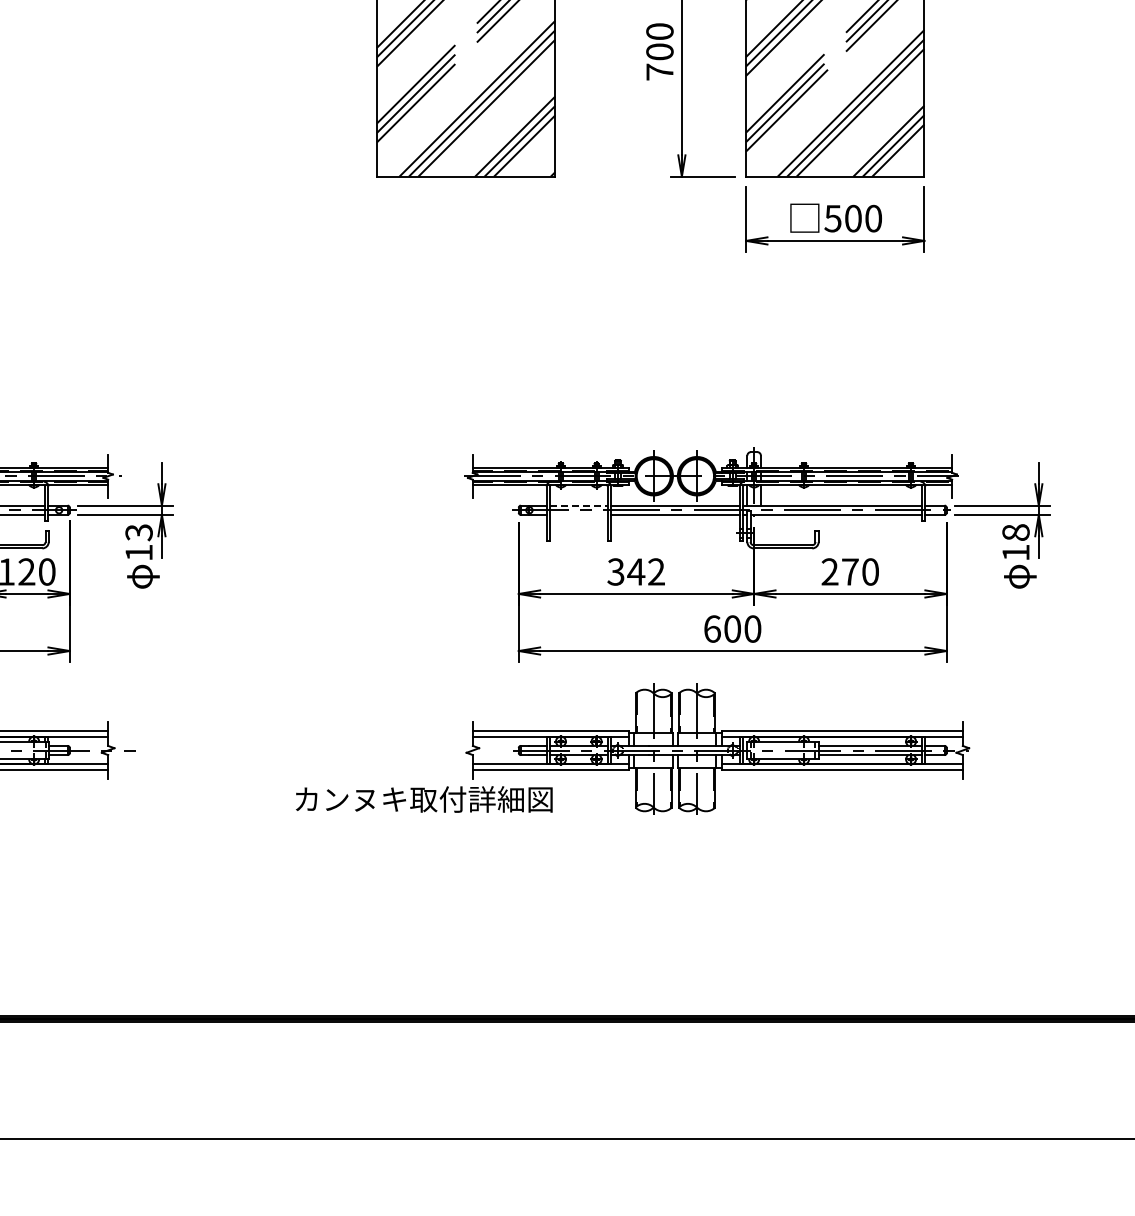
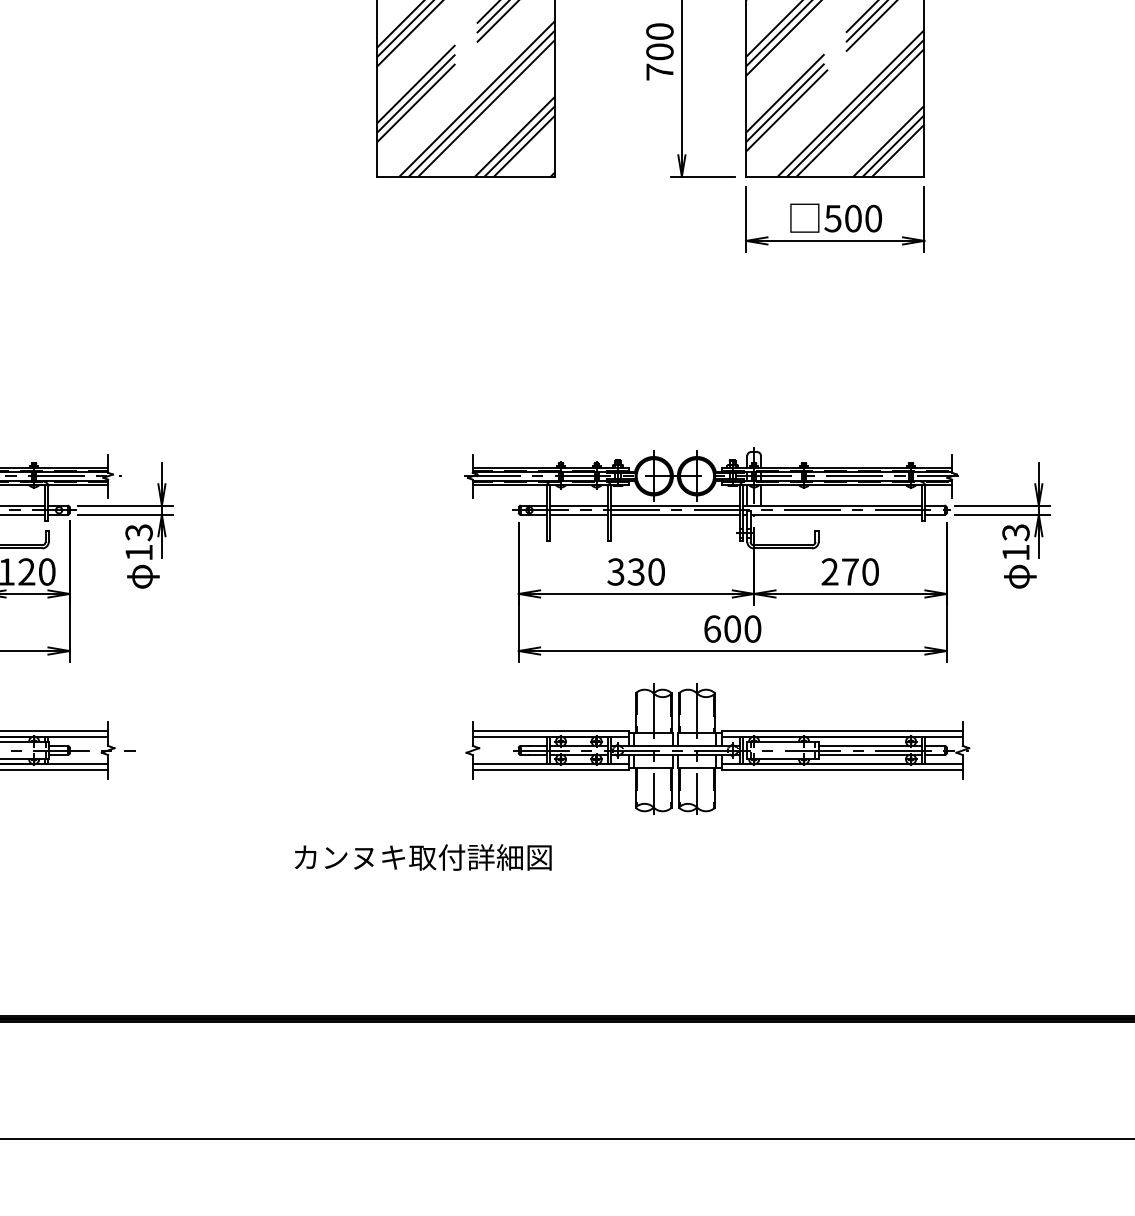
line at (578, 505): dashed -> solid
line at (578, 514): none -> present
text at (1015, 532): 18 -> 13
text at (645, 571): 342 -> 330
text at (424, 799) position: (424, 799) -> (423, 857)
